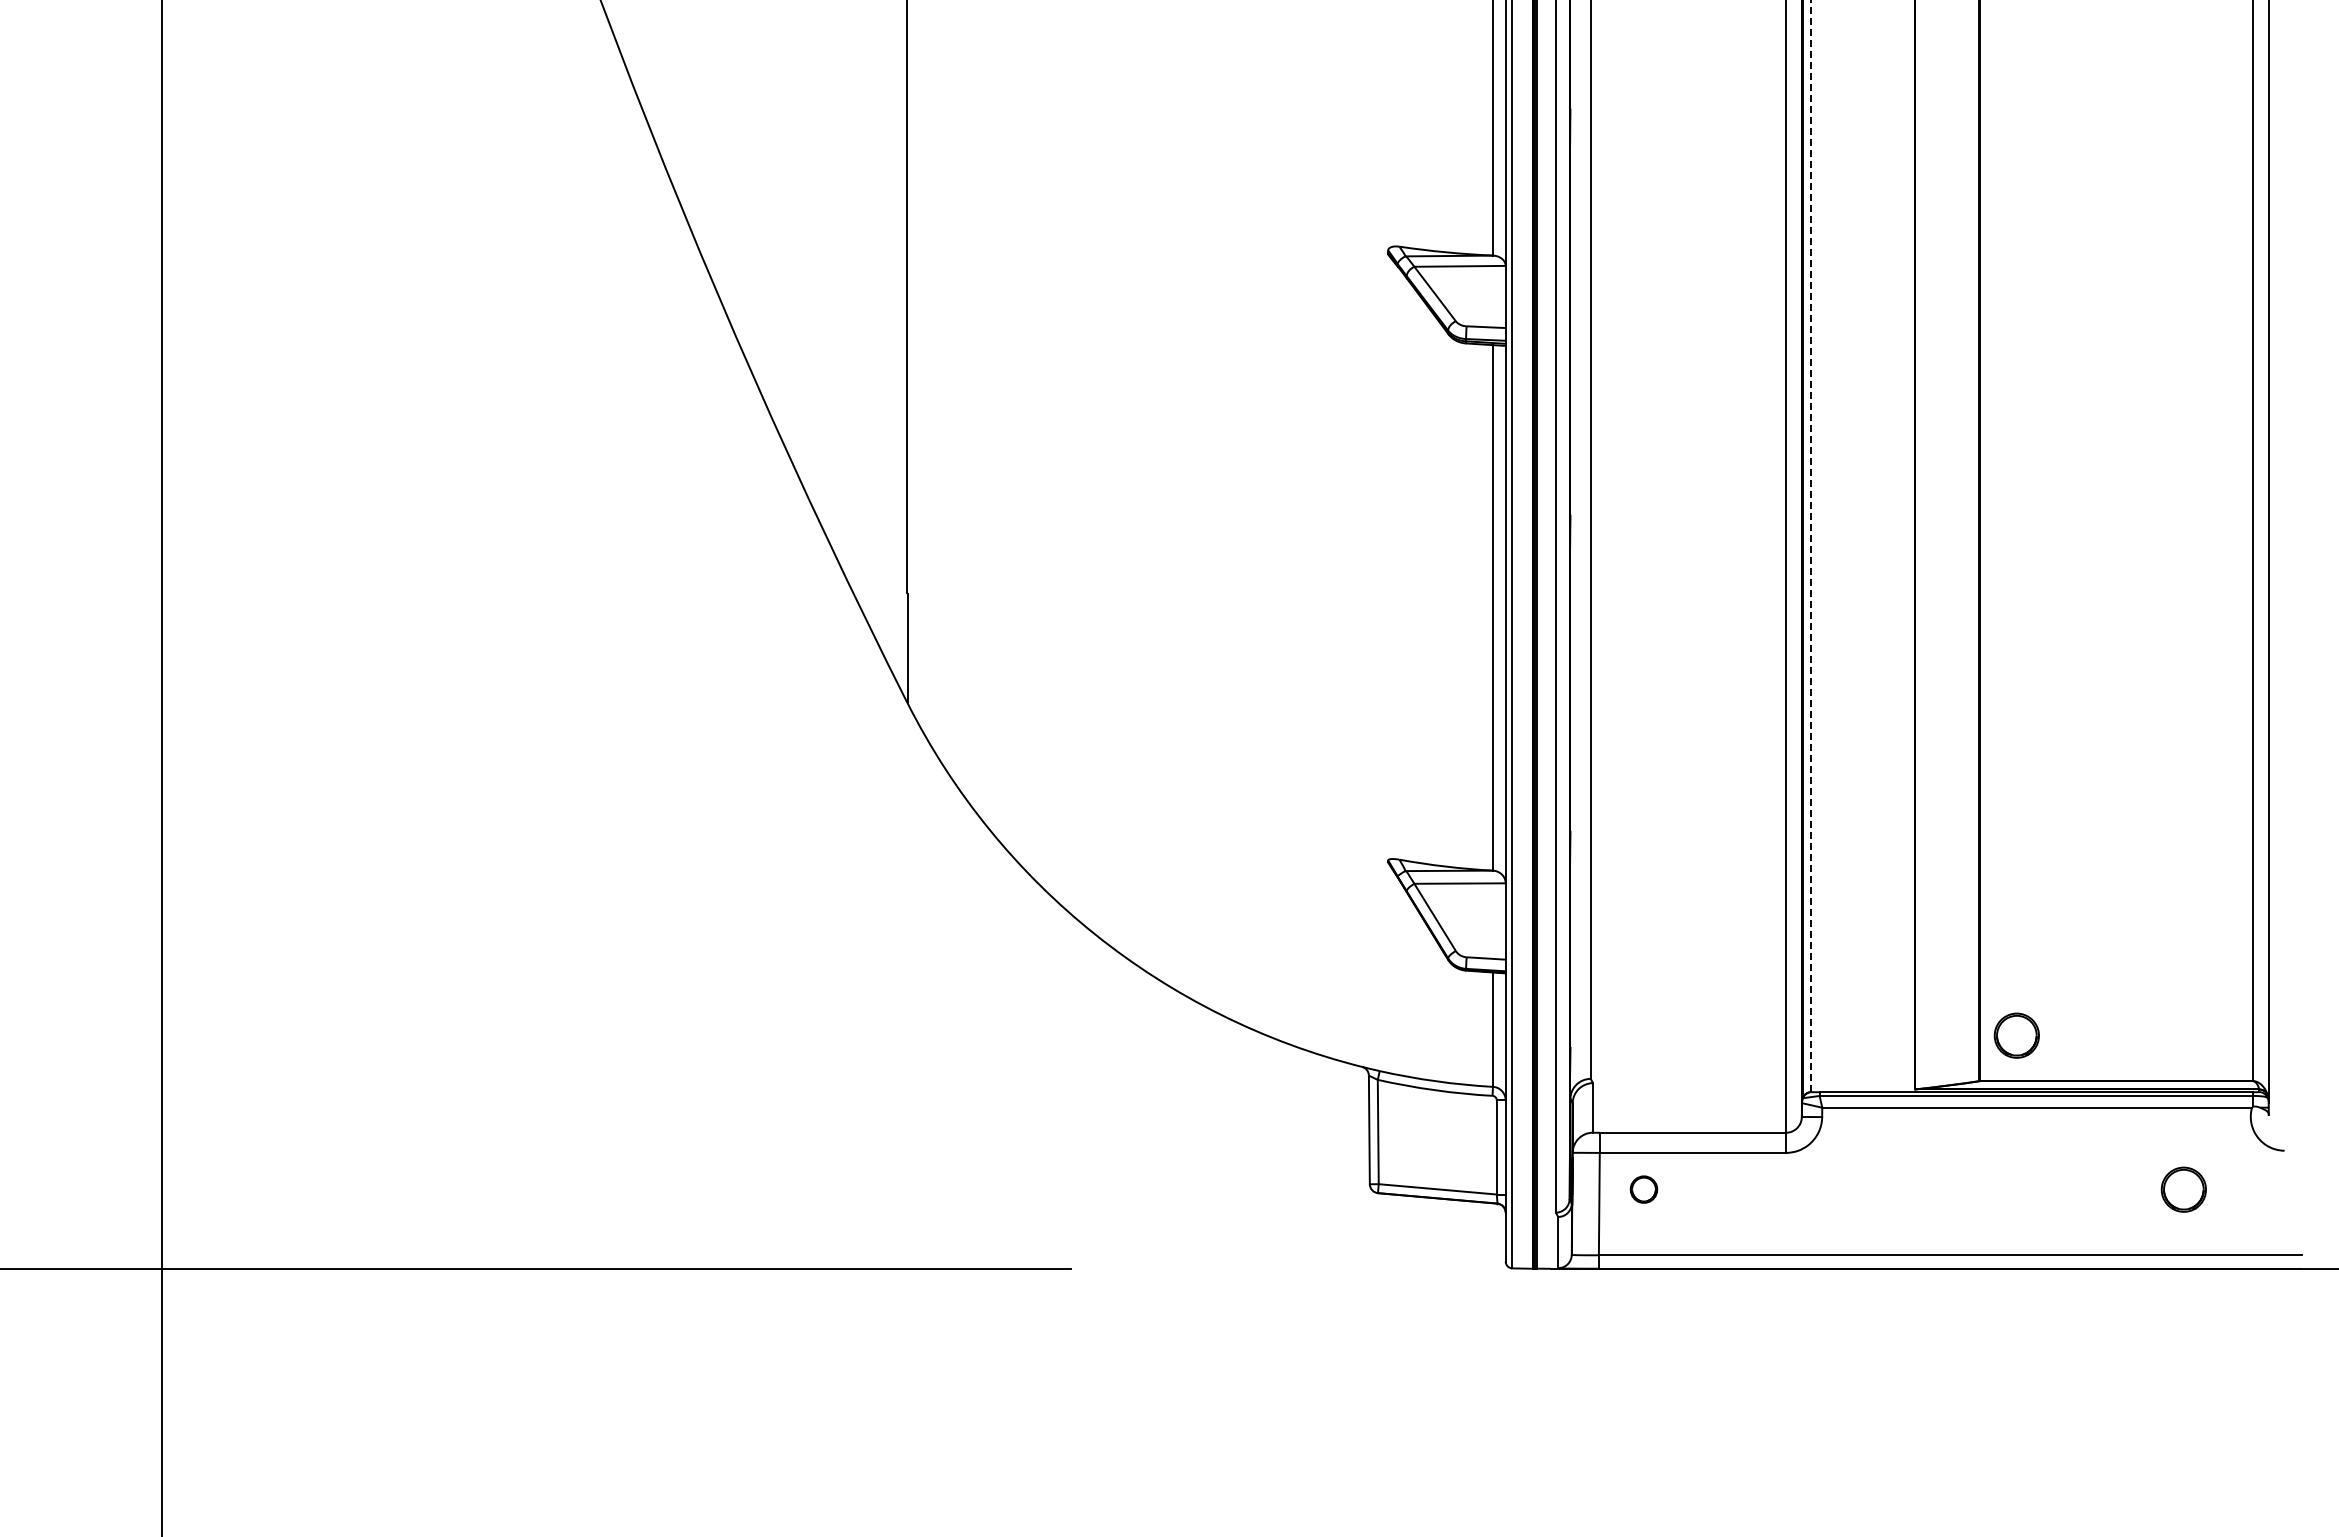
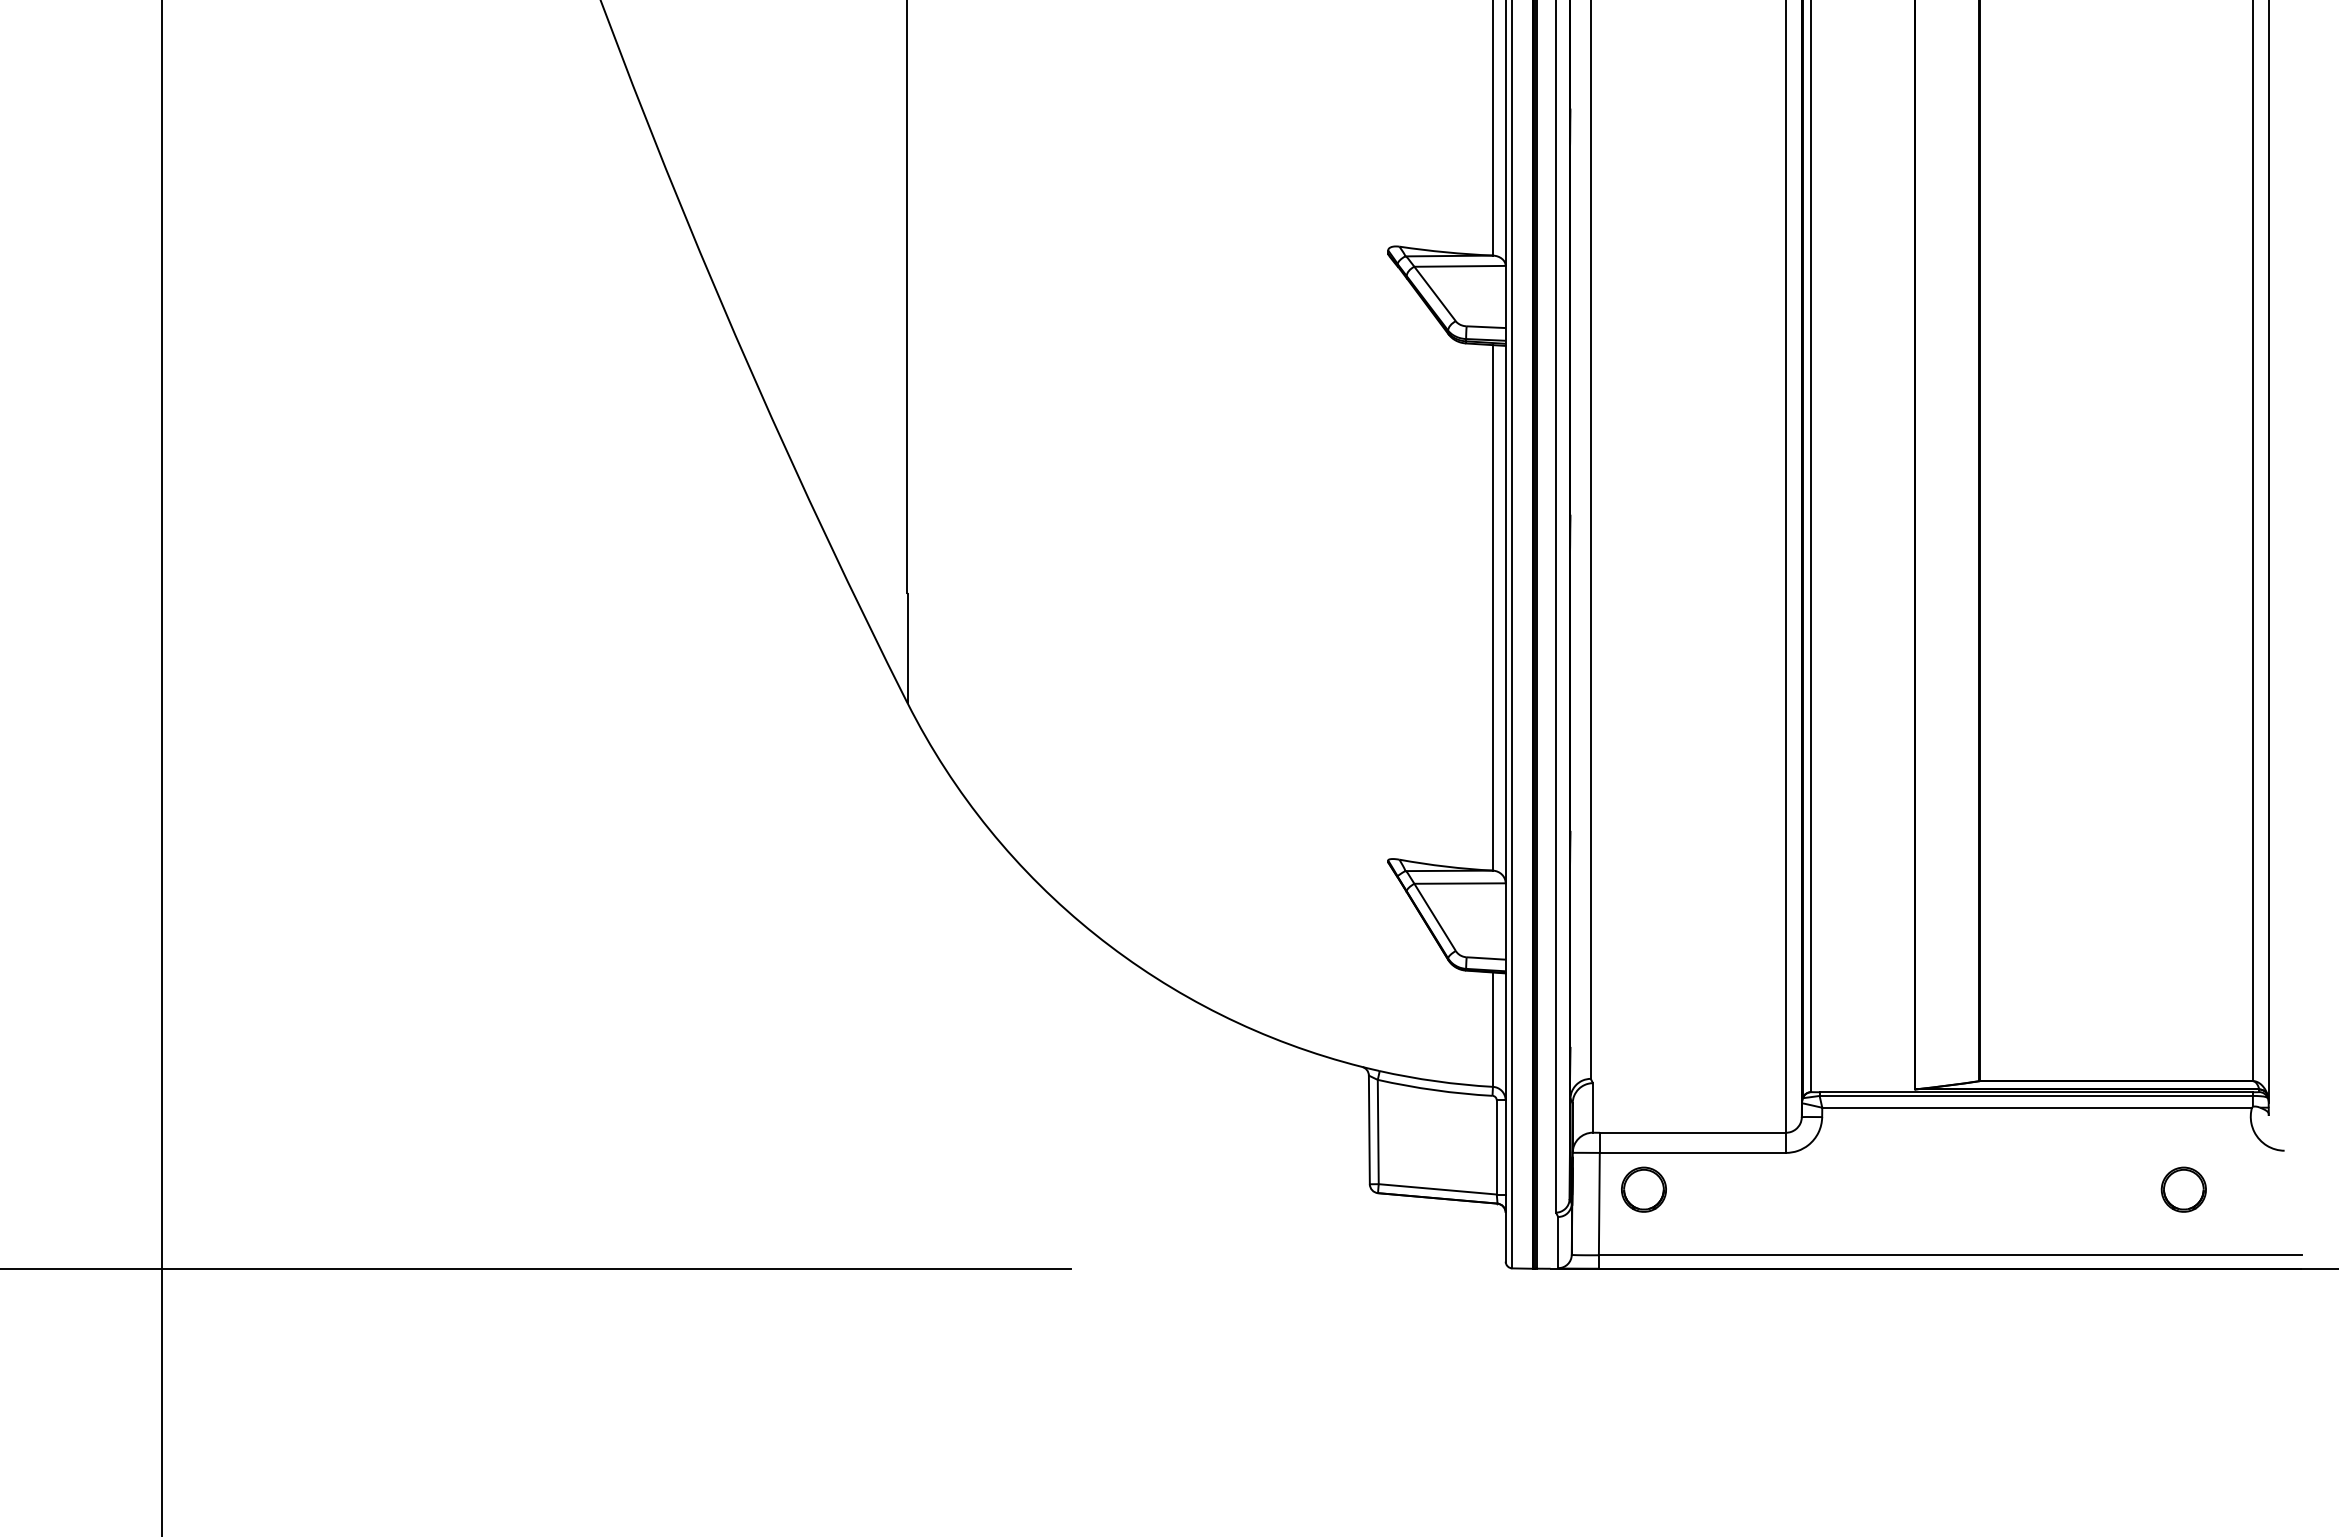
line at (1811, 546): dashed -> solid
part at (2016, 1035): present -> none
part at (1643, 1189) size: 30x29 px -> 46x47 px
